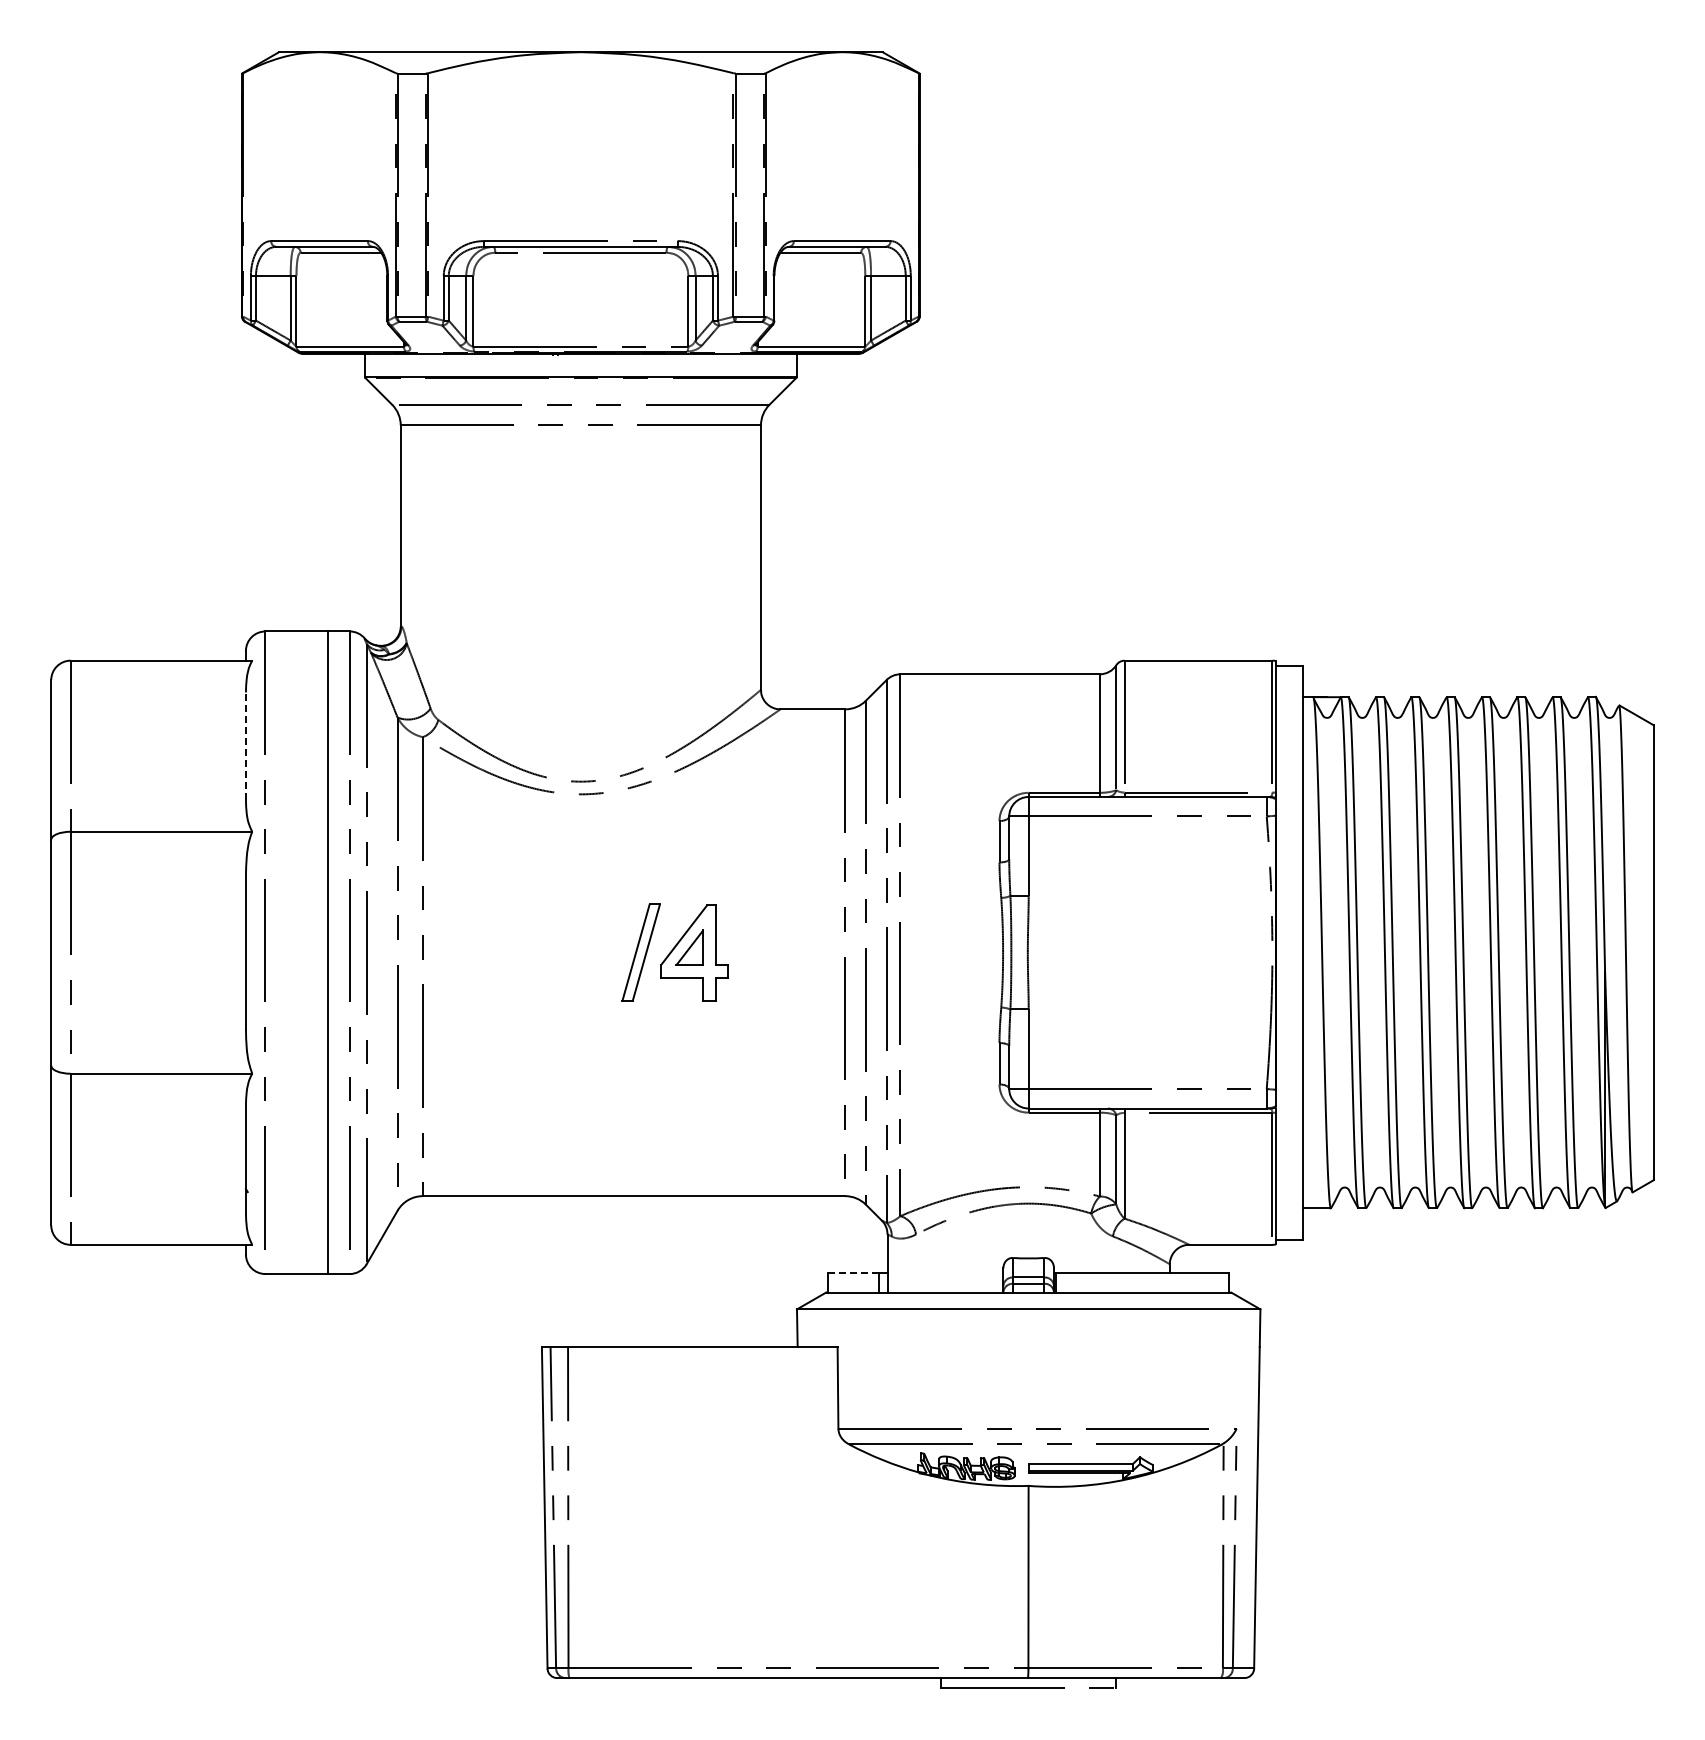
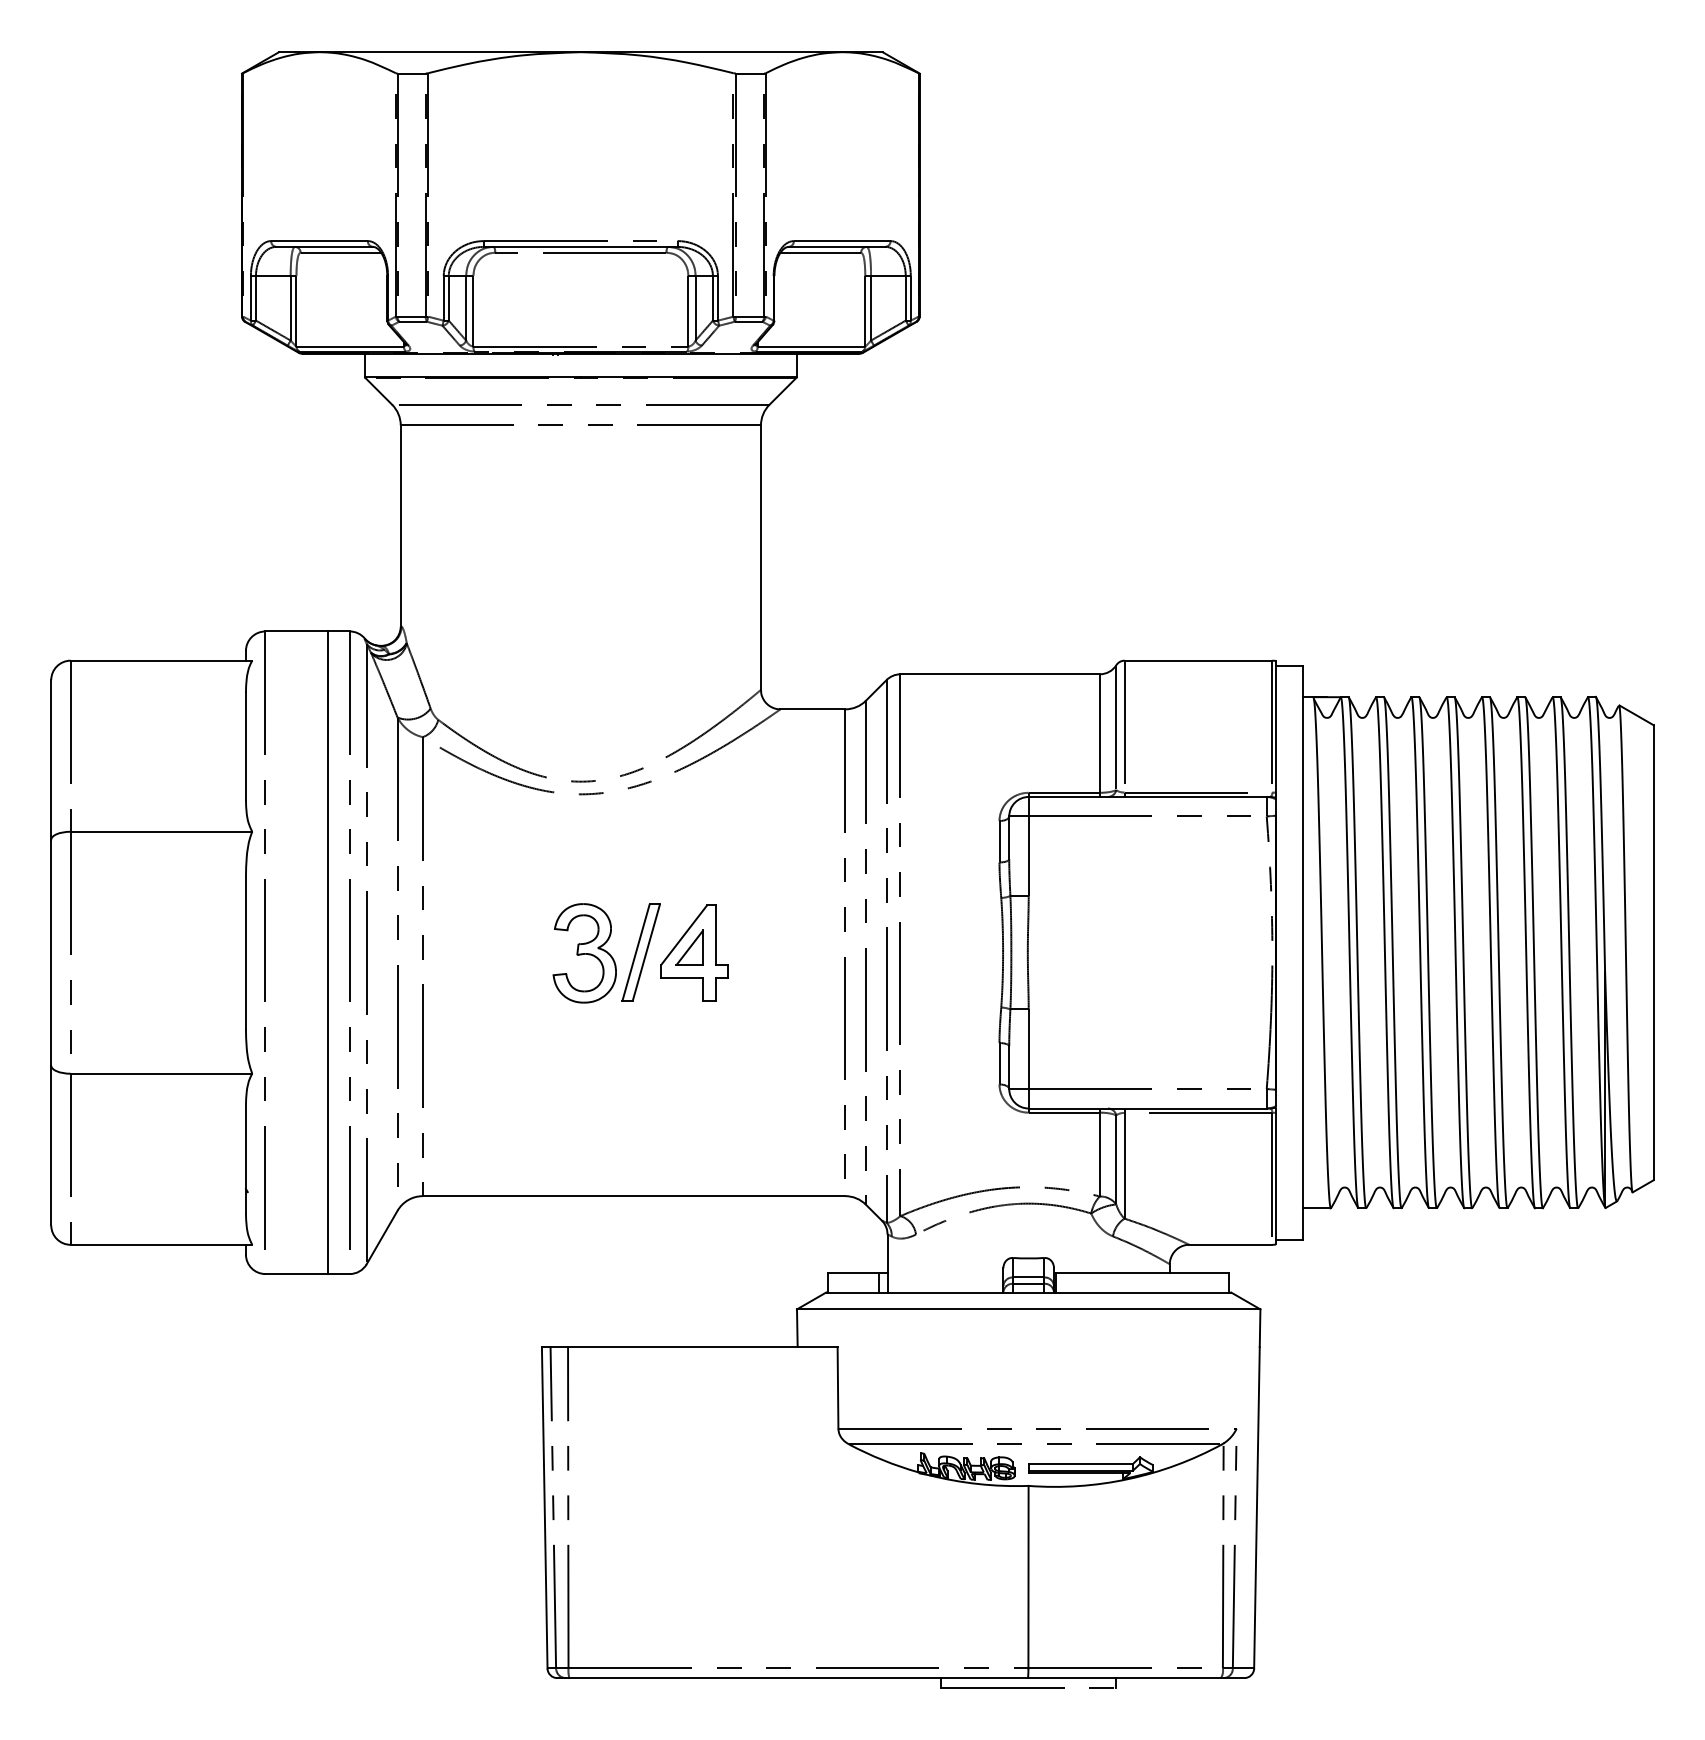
line at (245, 746): dashed -> solid
part at (584, 953): none -> present
line at (853, 1273): dashed -> solid
